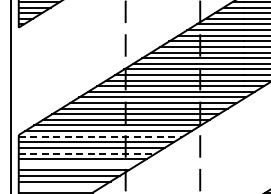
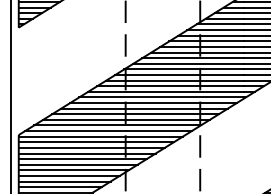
line at (100, 136): dashed -> solid
line at (87, 153): dashed -> solid
line at (77, 164): none -> present
line at (59, 187): none -> present
